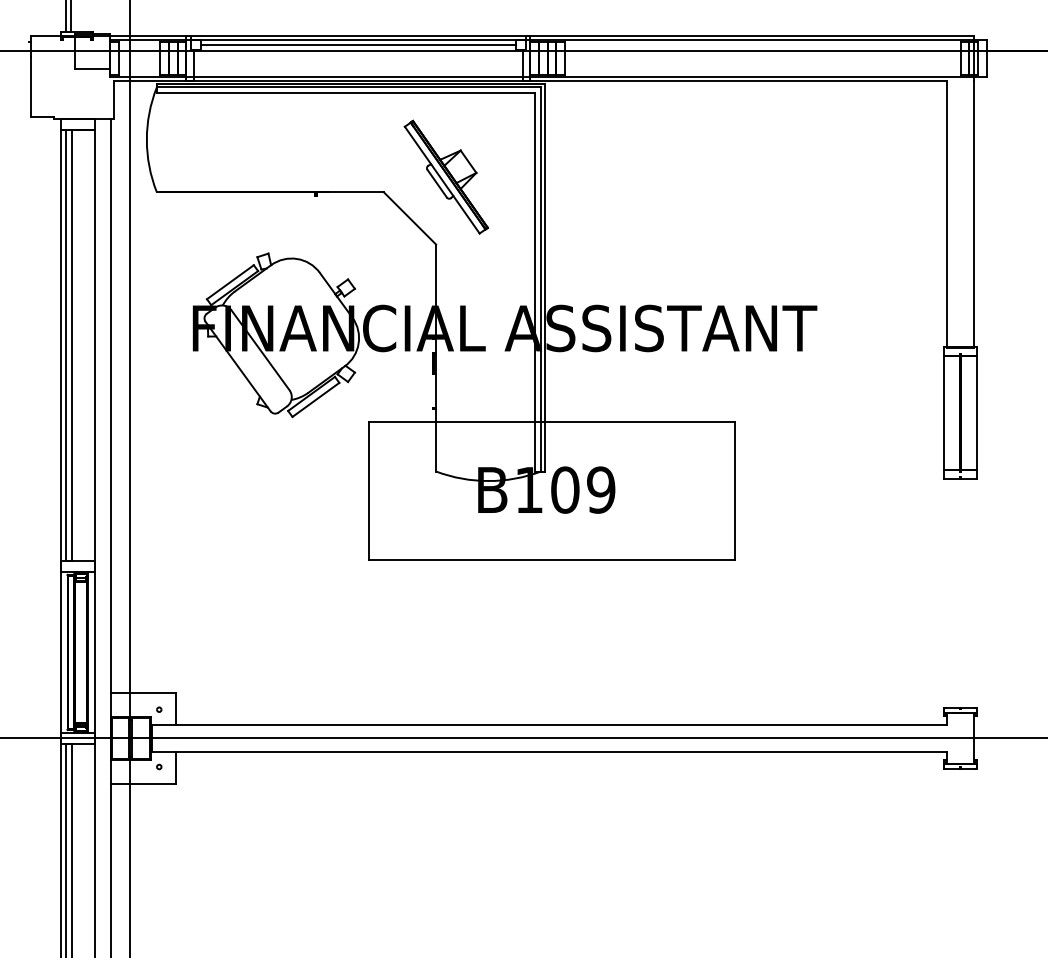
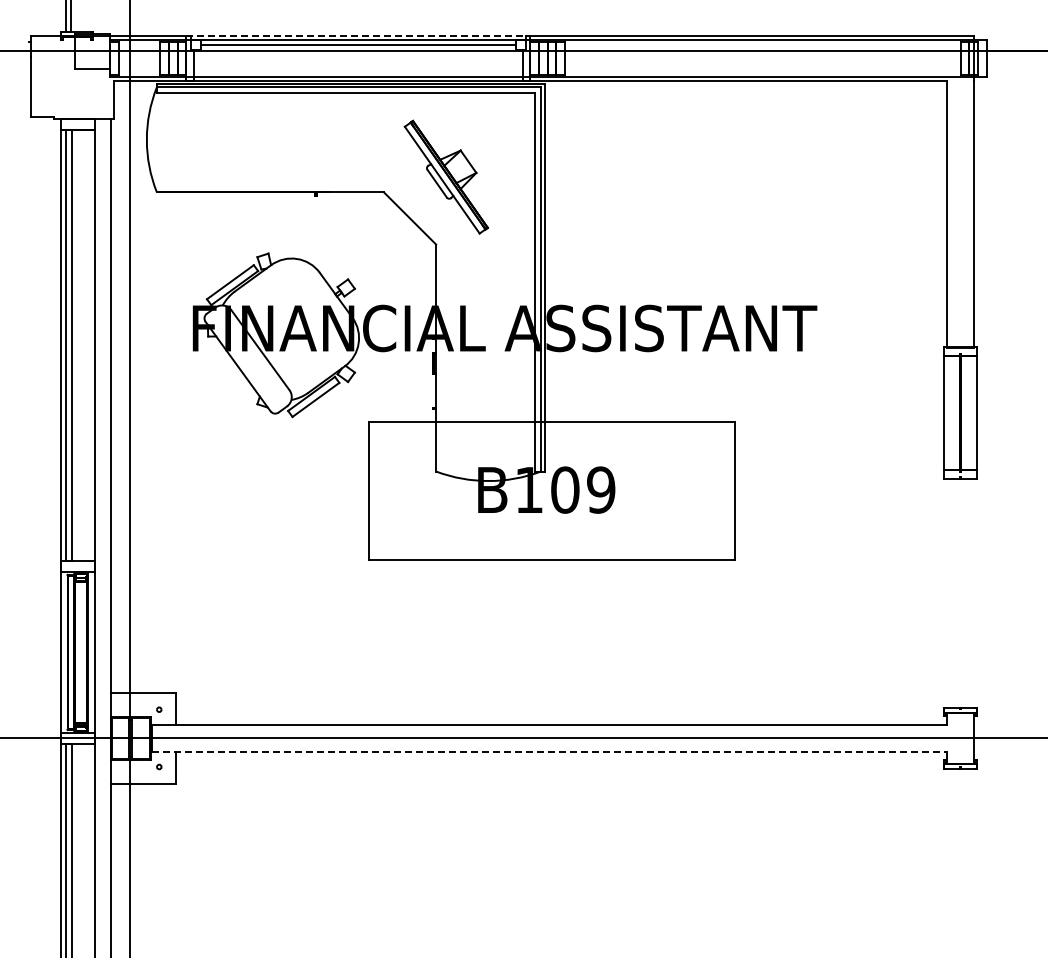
line at (358, 35): solid -> dashed
line at (549, 752): solid -> dashed
